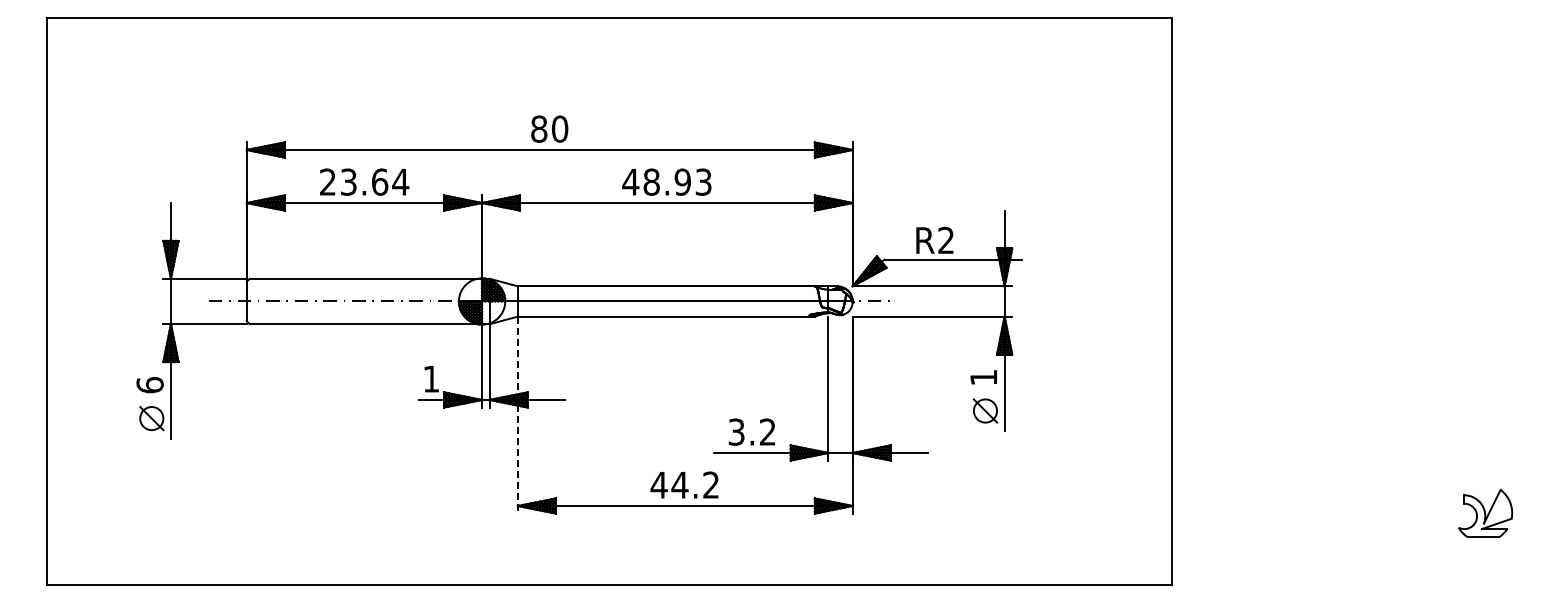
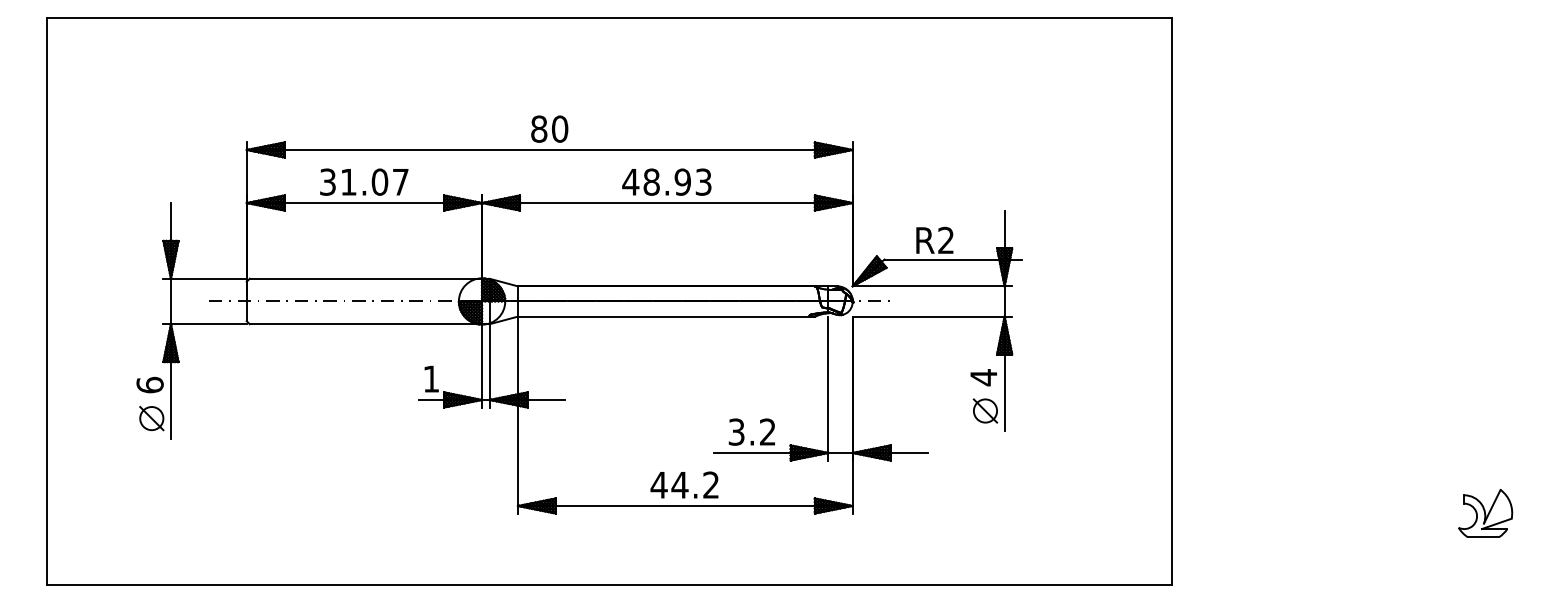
text at (364, 181): 23.64 -> 31.07
text at (983, 377): 1 -> 4
line at (517, 415): dashed -> solid
